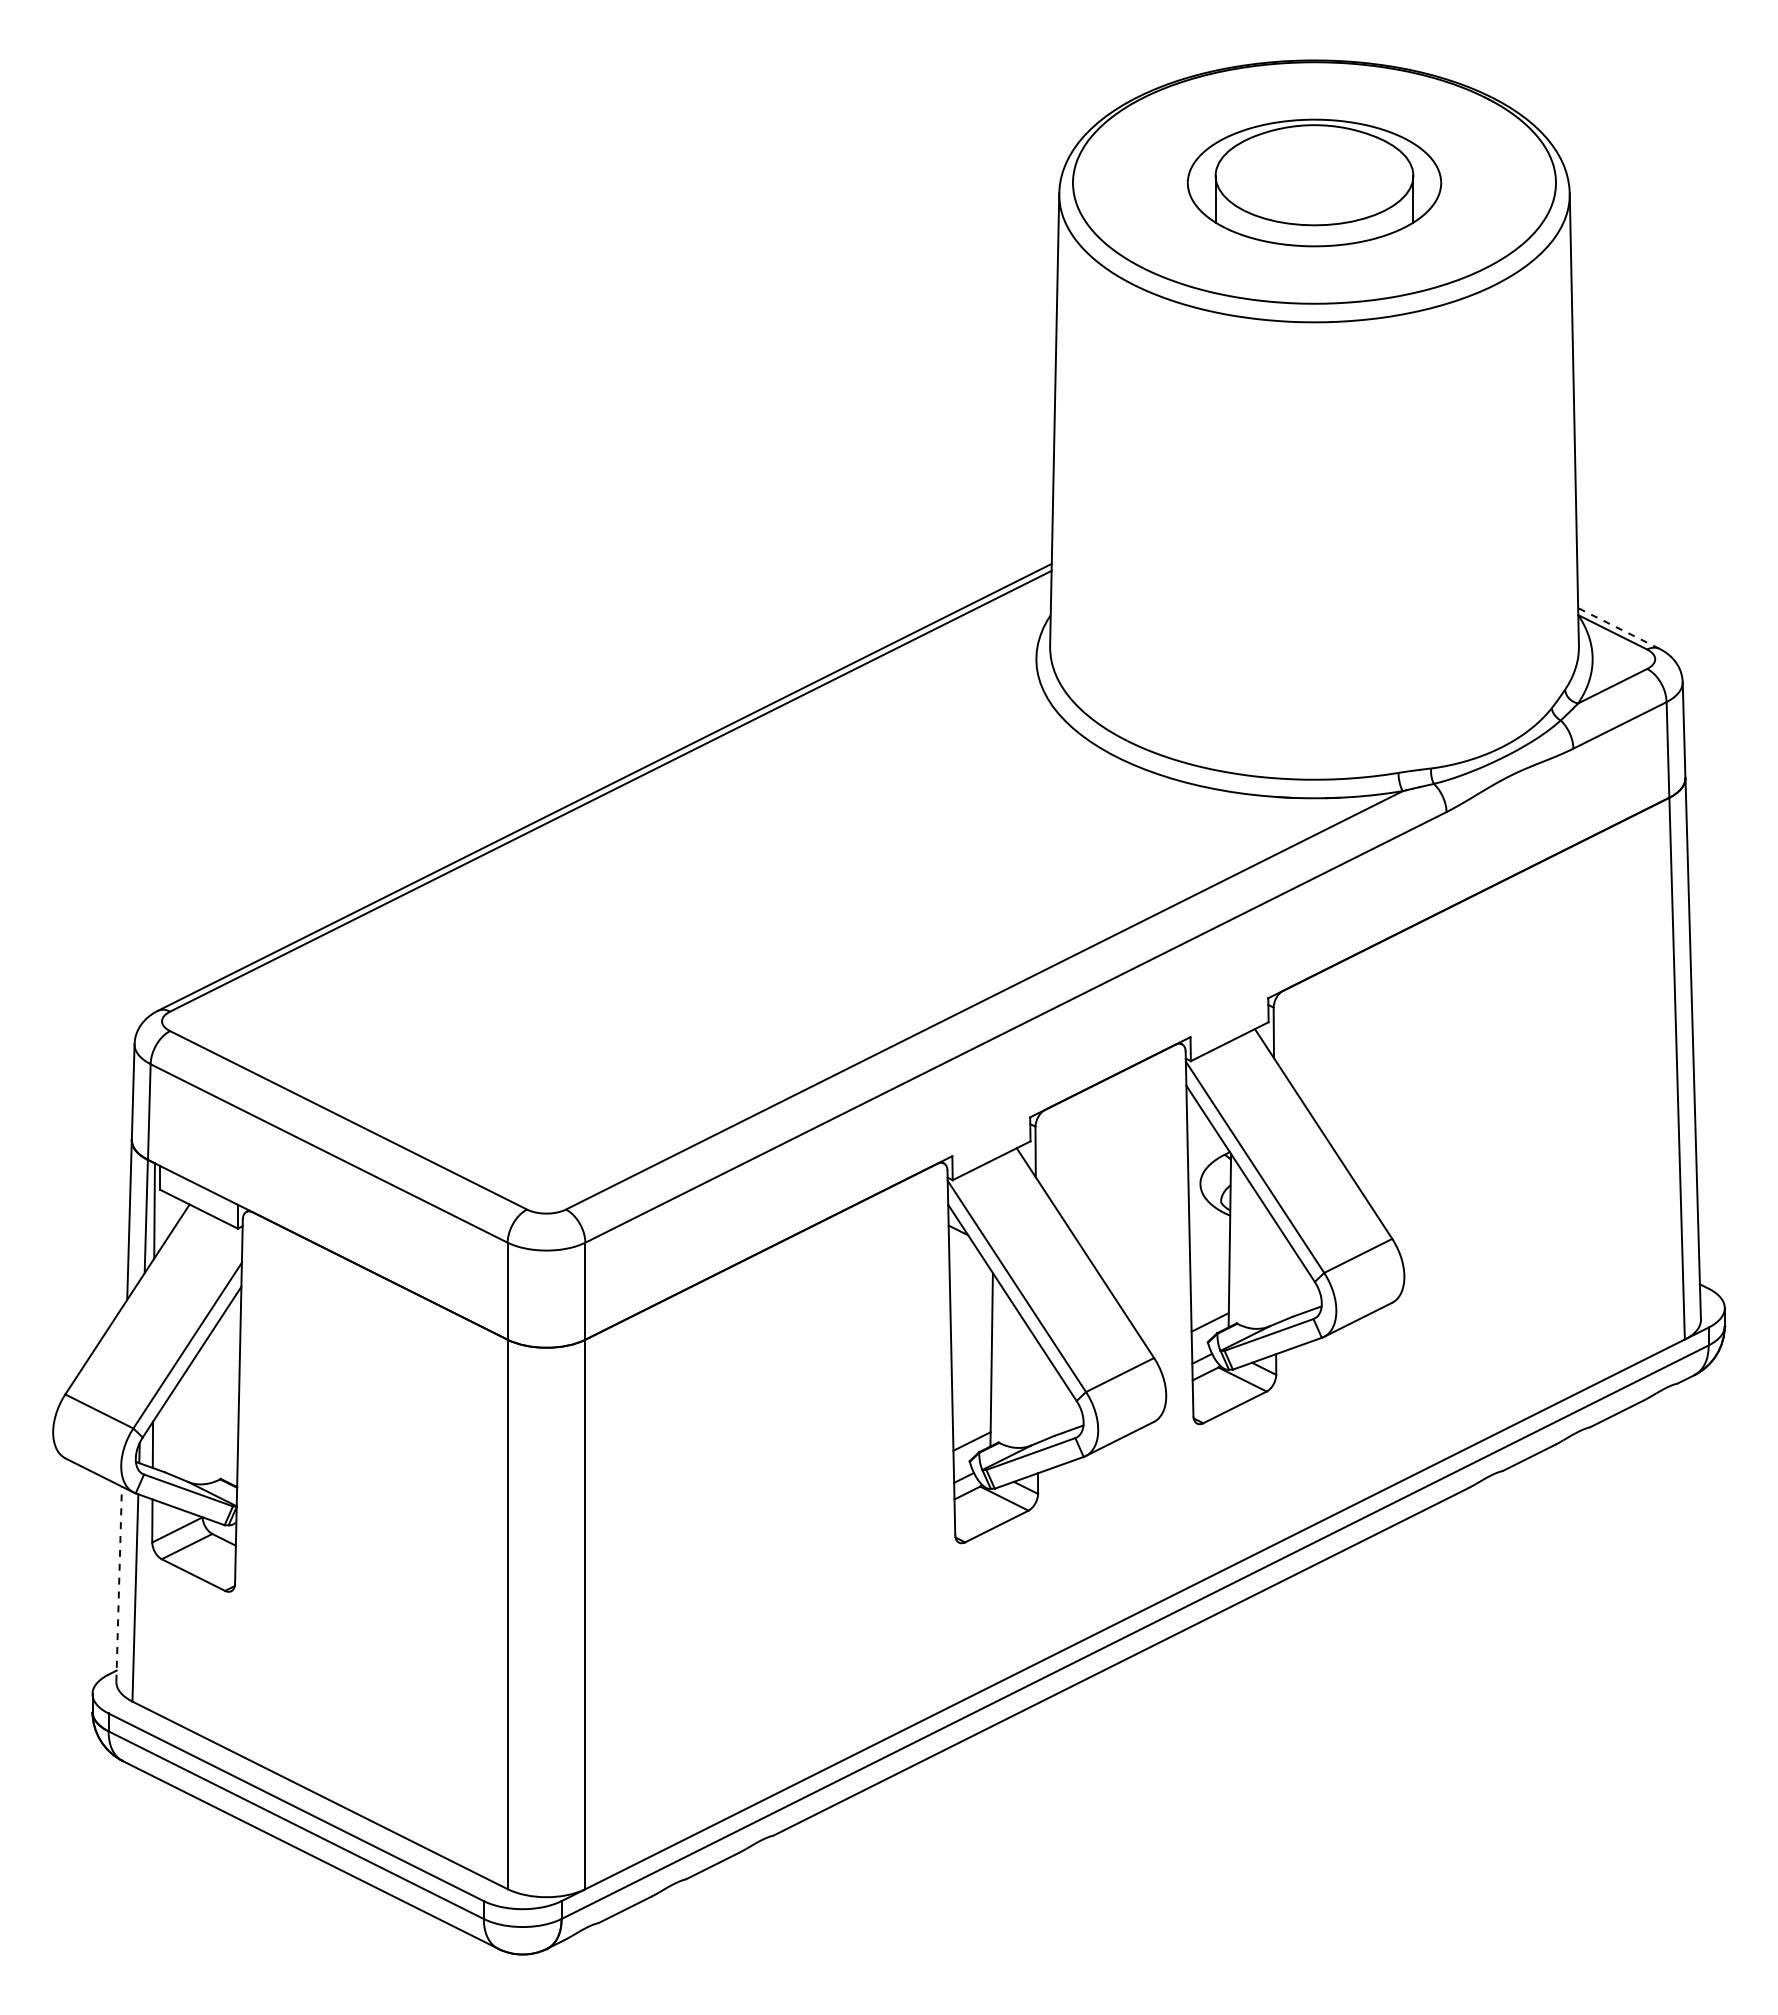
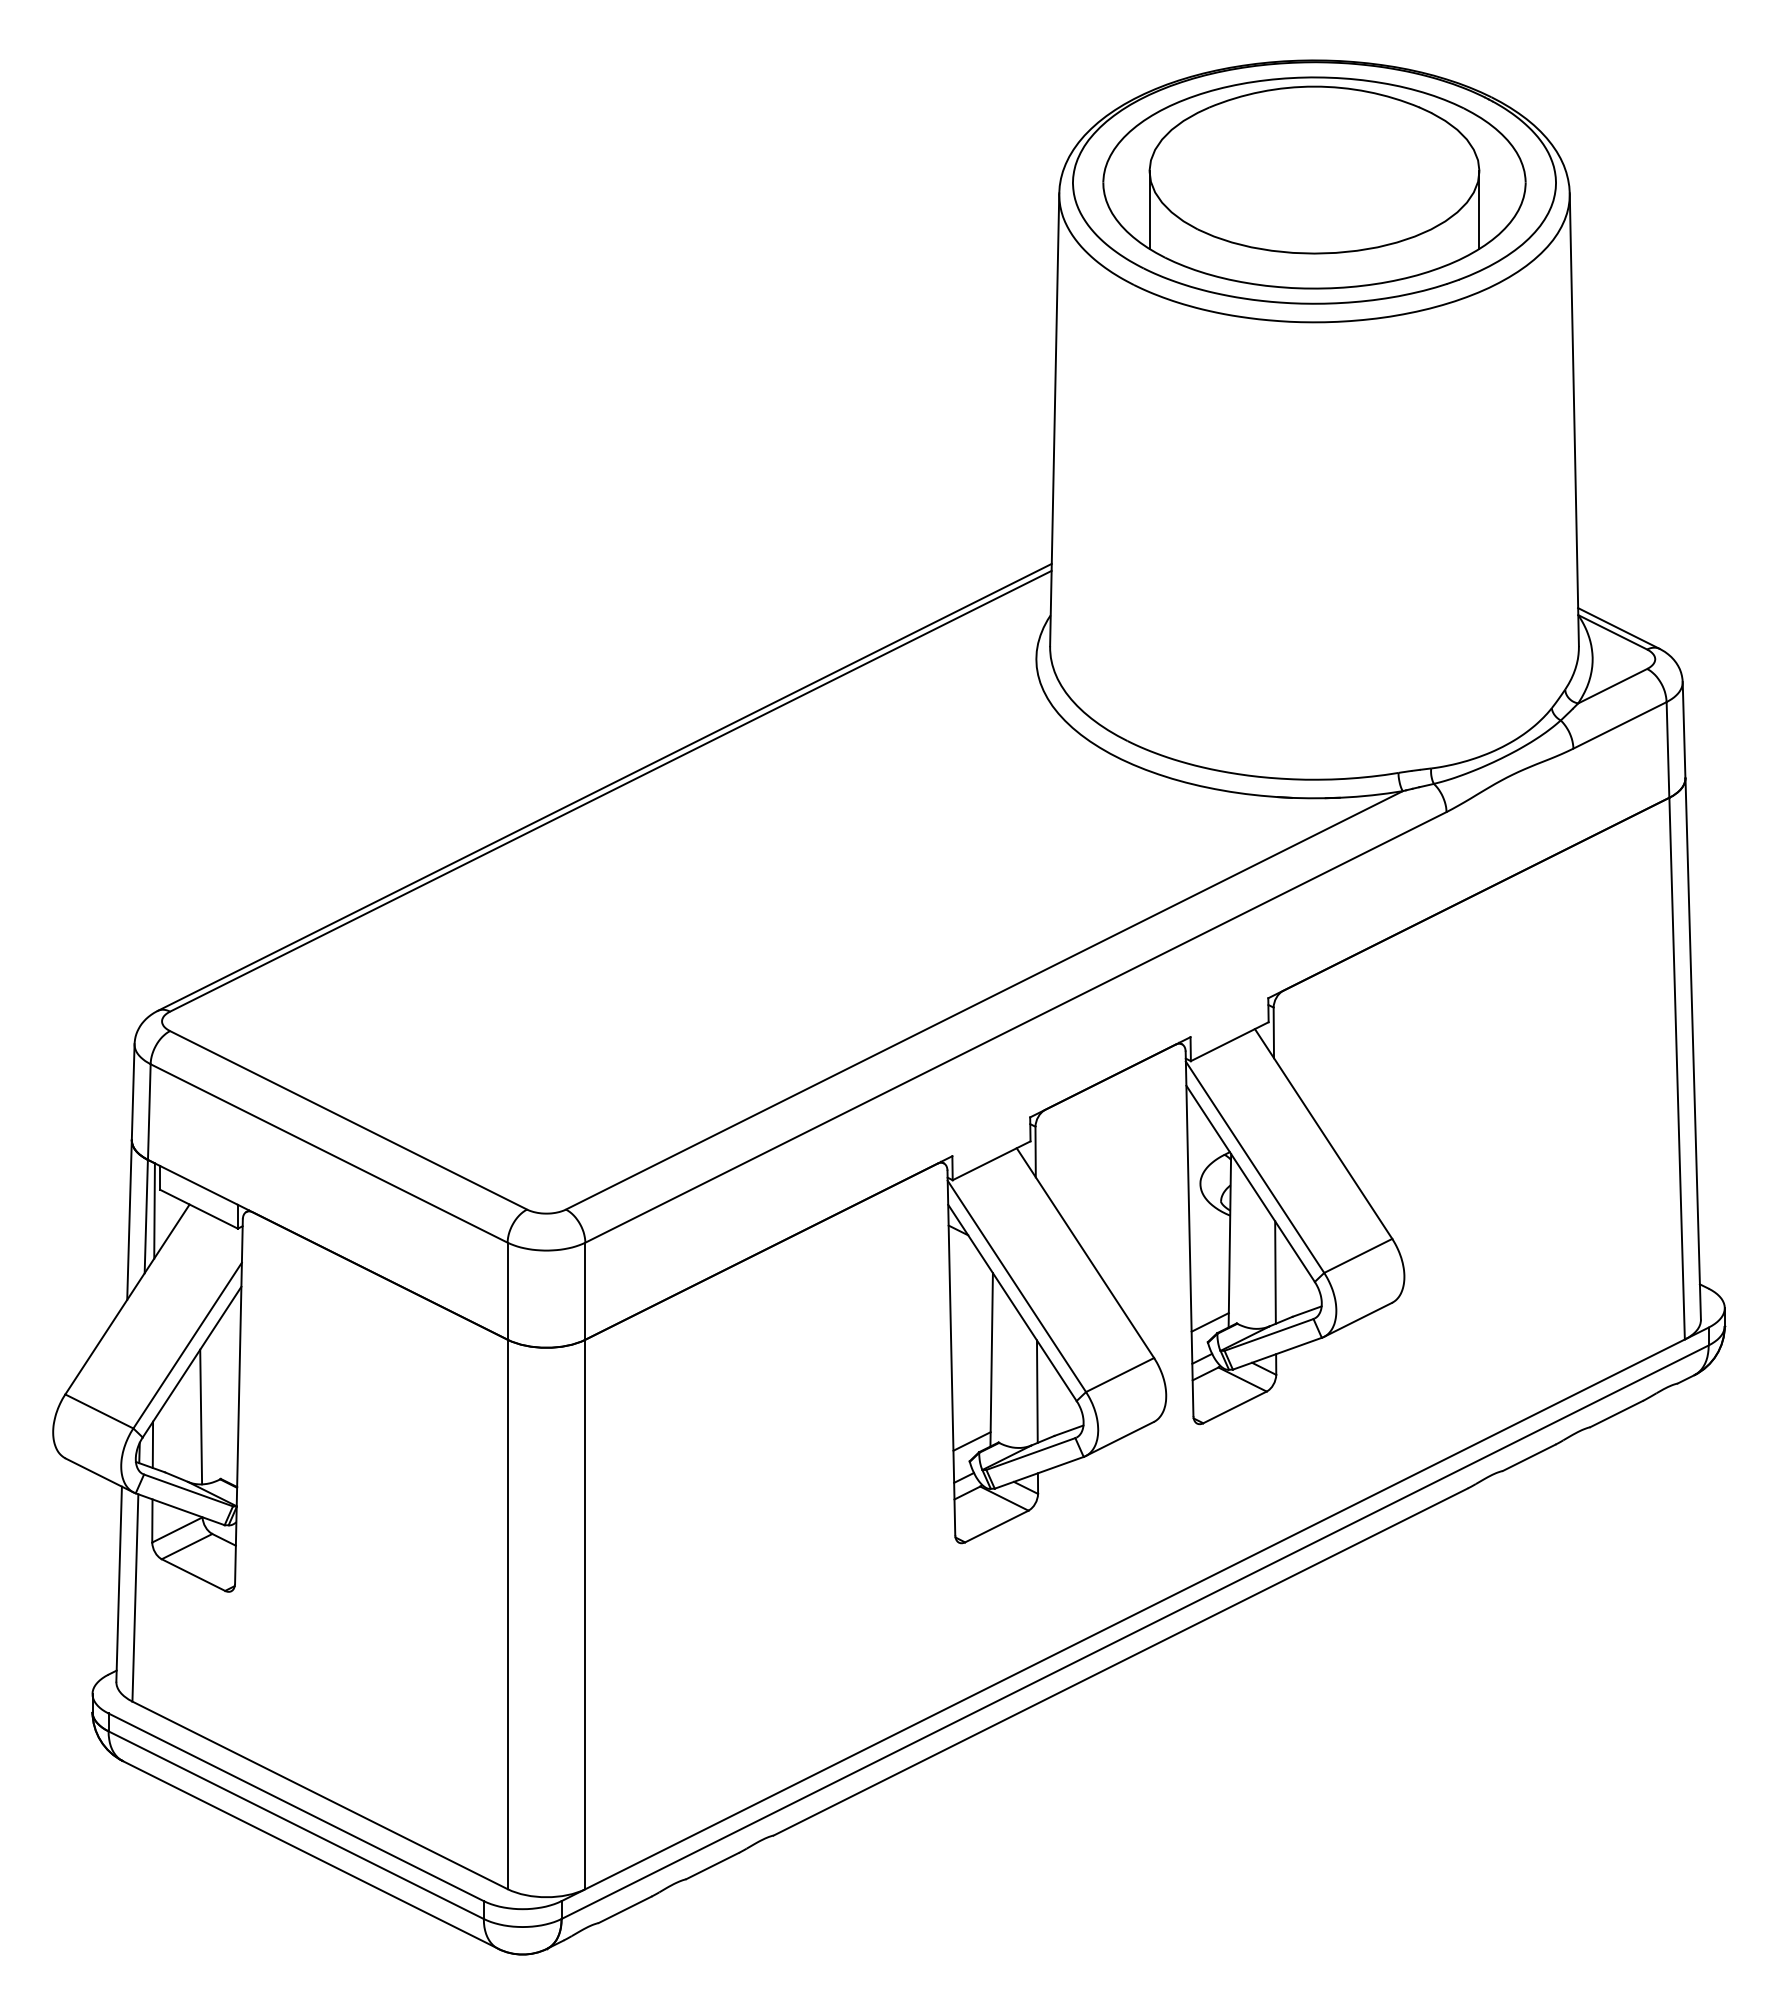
part at (1314, 182) size: 257x130 px -> 425x214 px
line at (1618, 628): dashed -> solid
line at (1275, 1272): none -> present
line at (1036, 1391): none -> present
line at (201, 1416): none -> present
line at (119, 1584): dashed -> solid
